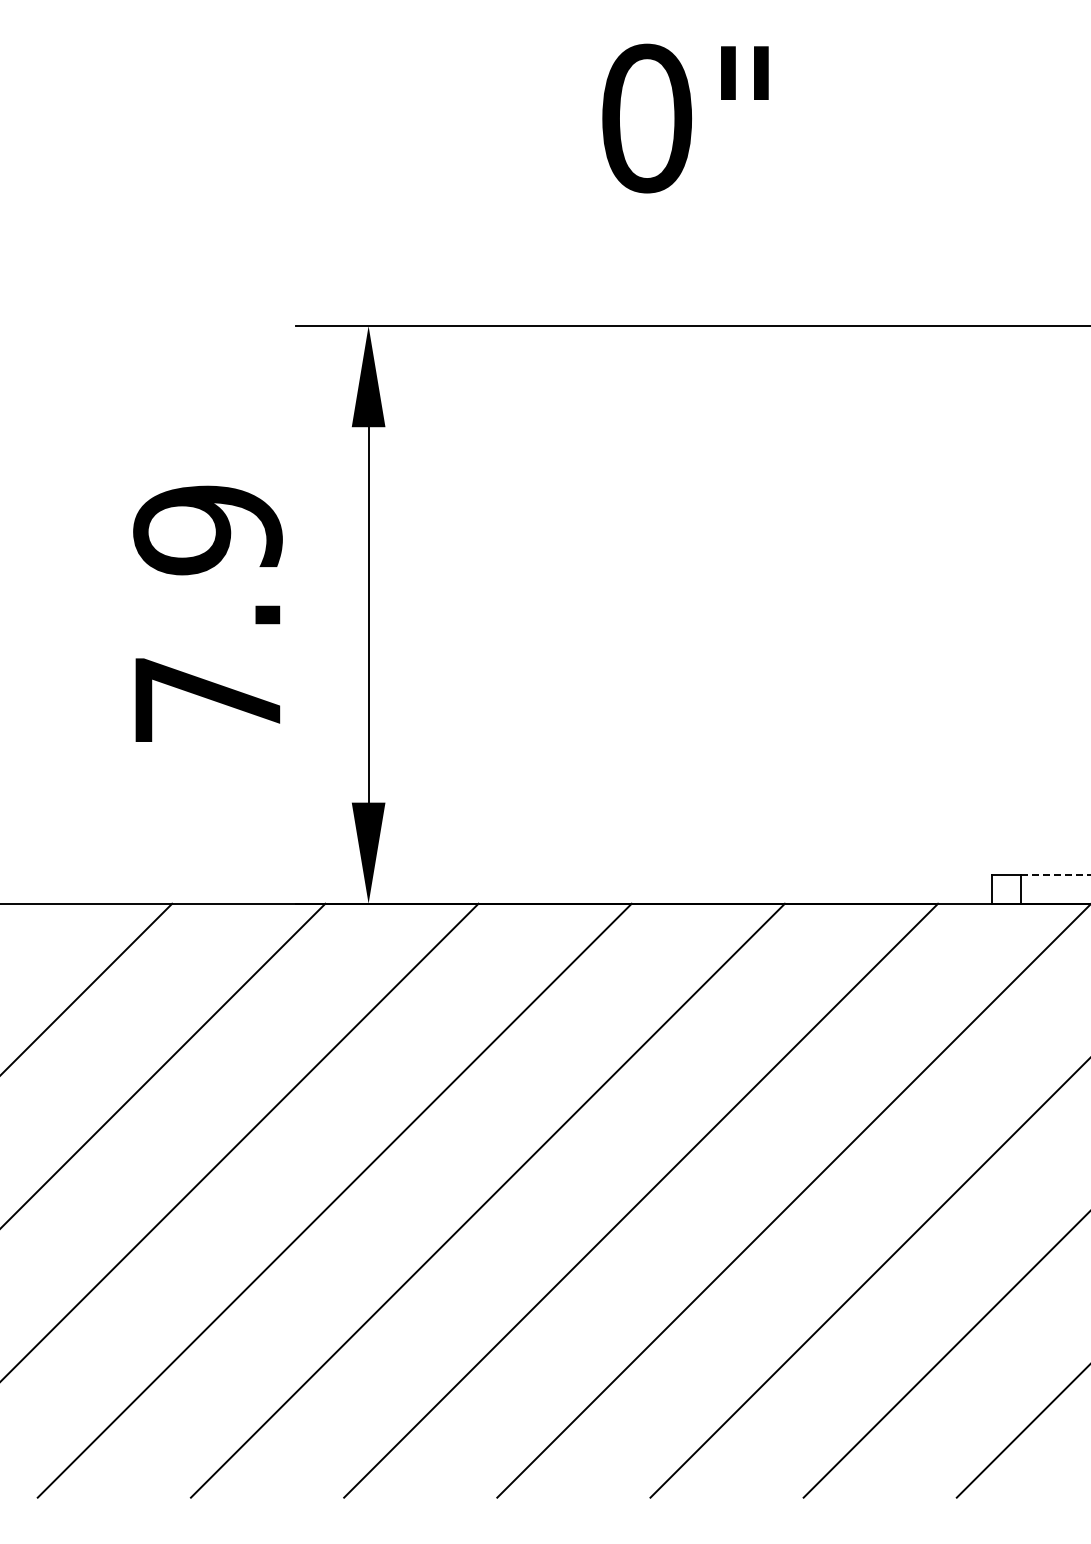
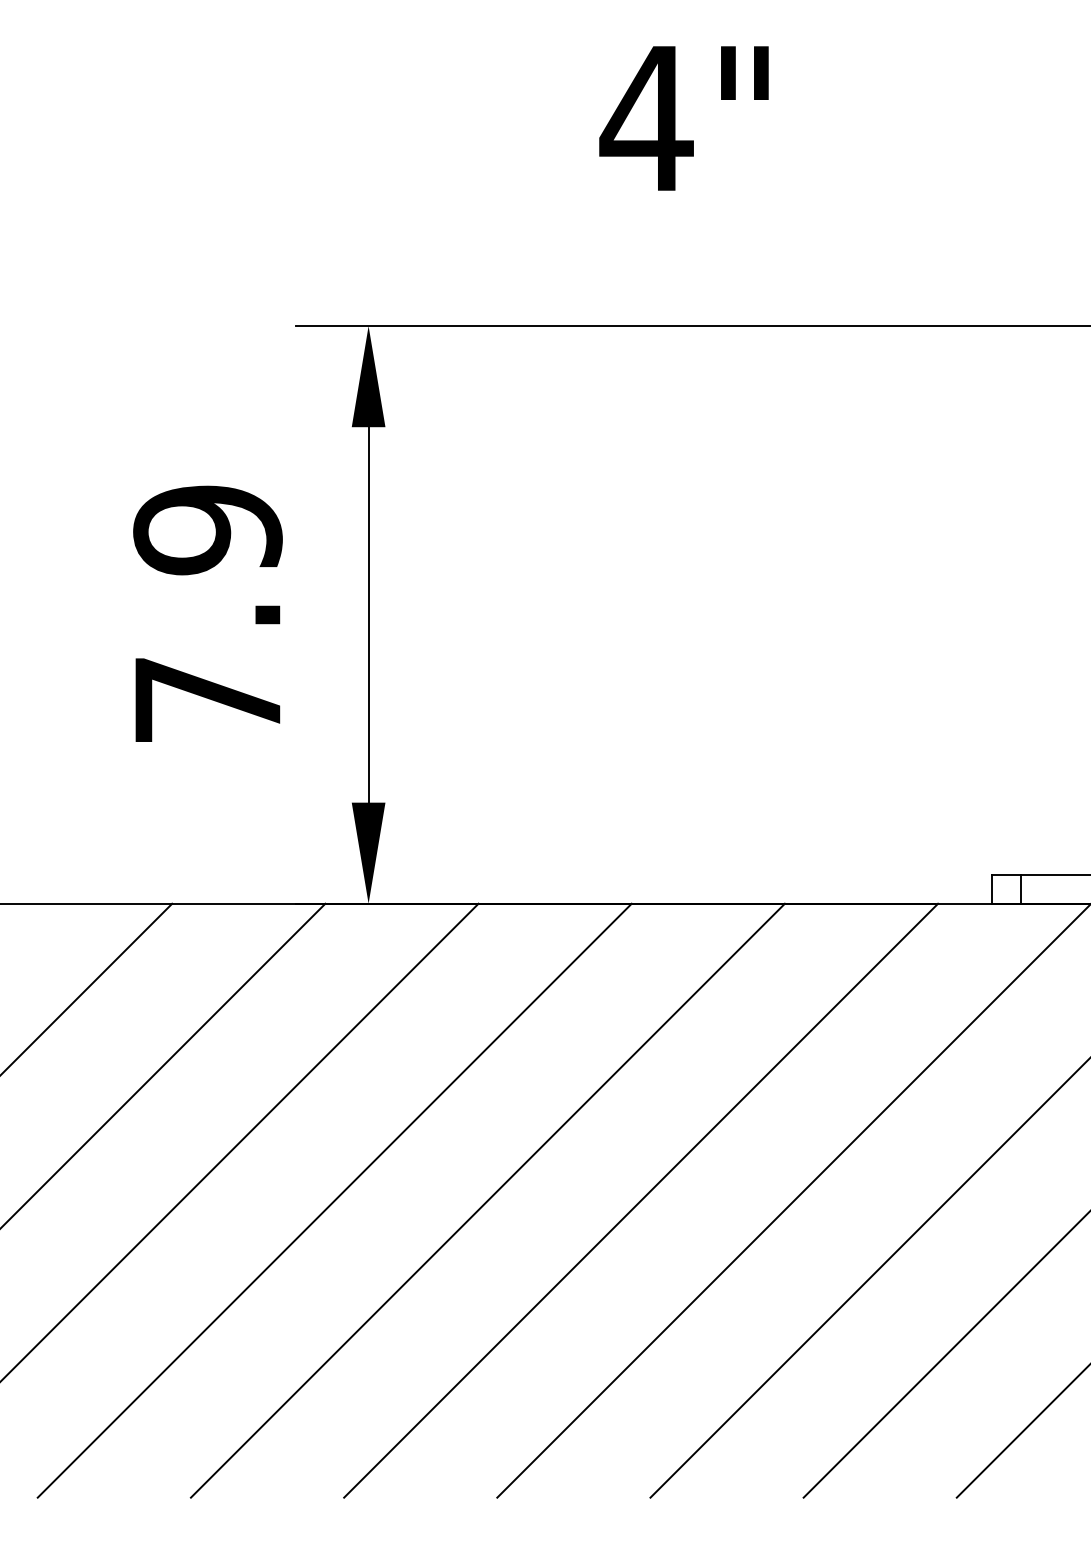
text at (646, 118): 0" -> 4"
line at (1056, 874): dashed -> solid
